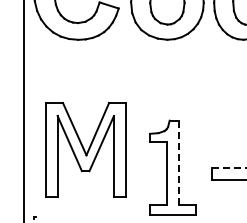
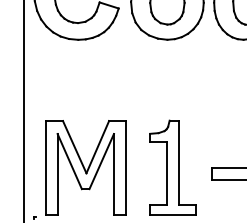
part at (85, 149) position: (85, 149) -> (85, 167)
line at (179, 163): dashed -> solid
line at (230, 168): dashed -> solid
